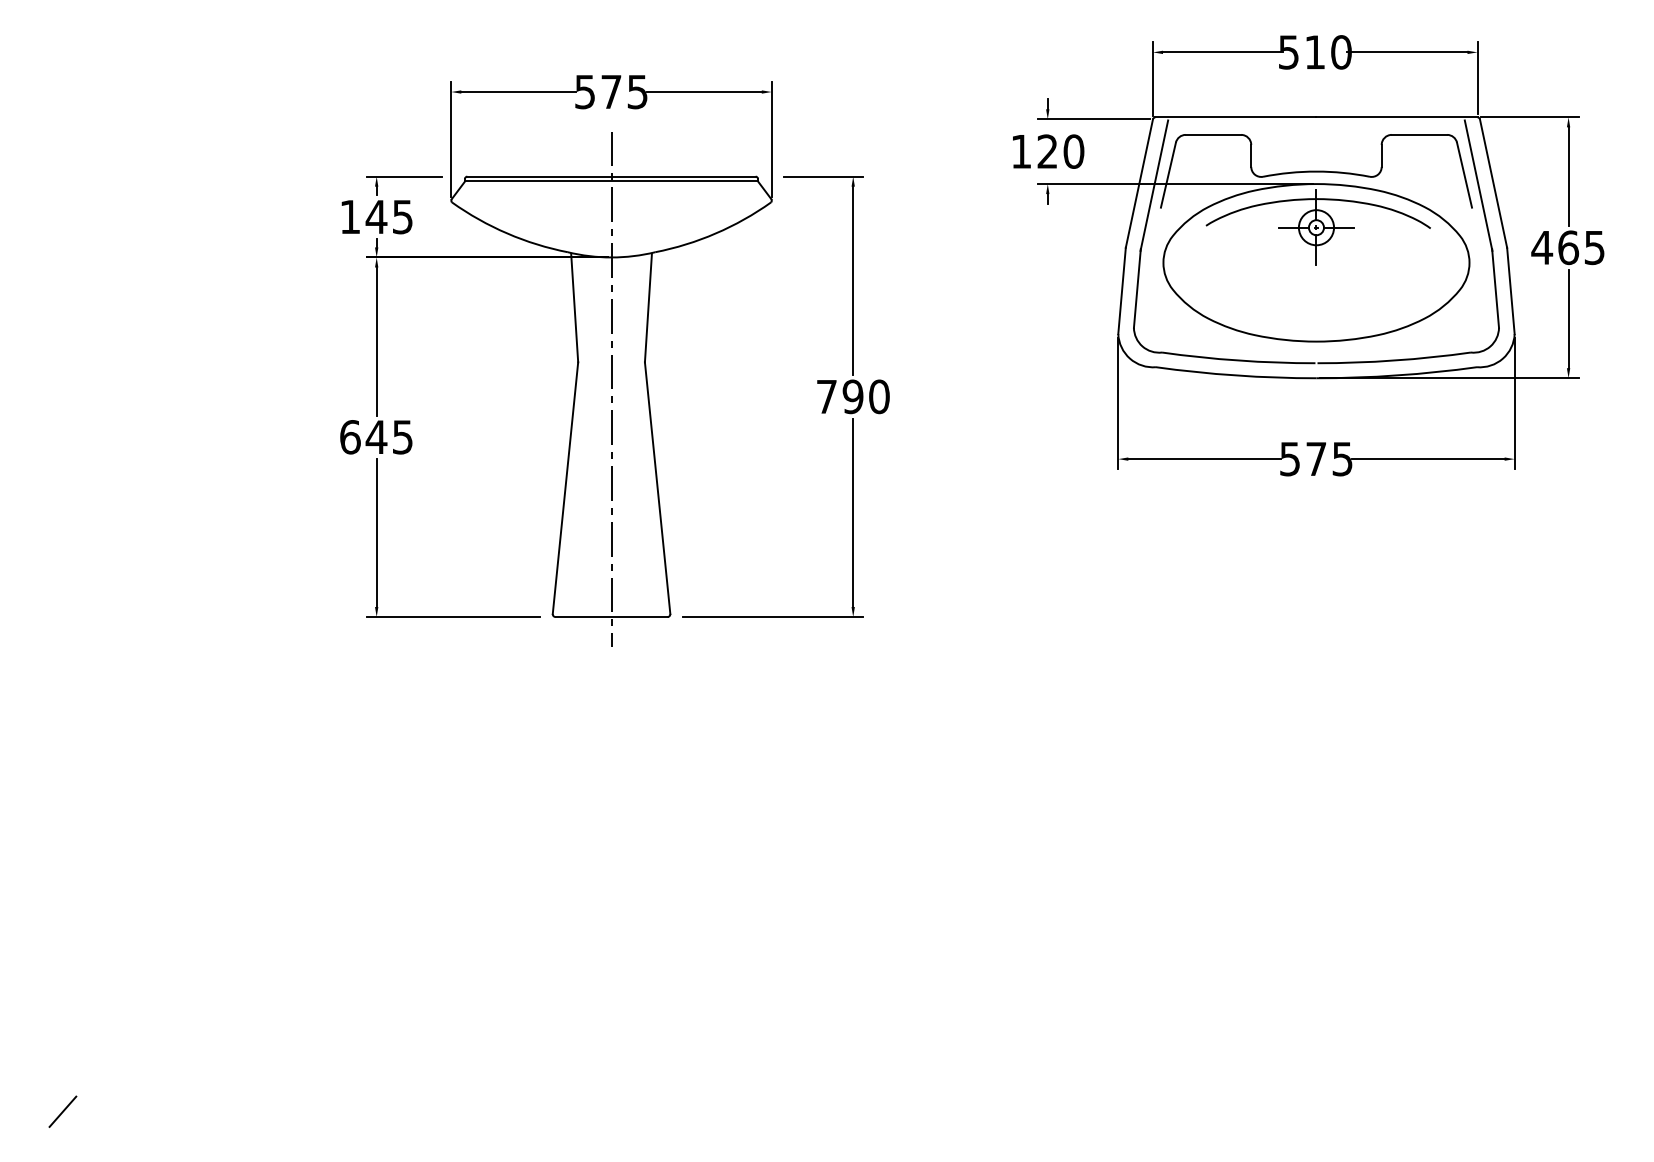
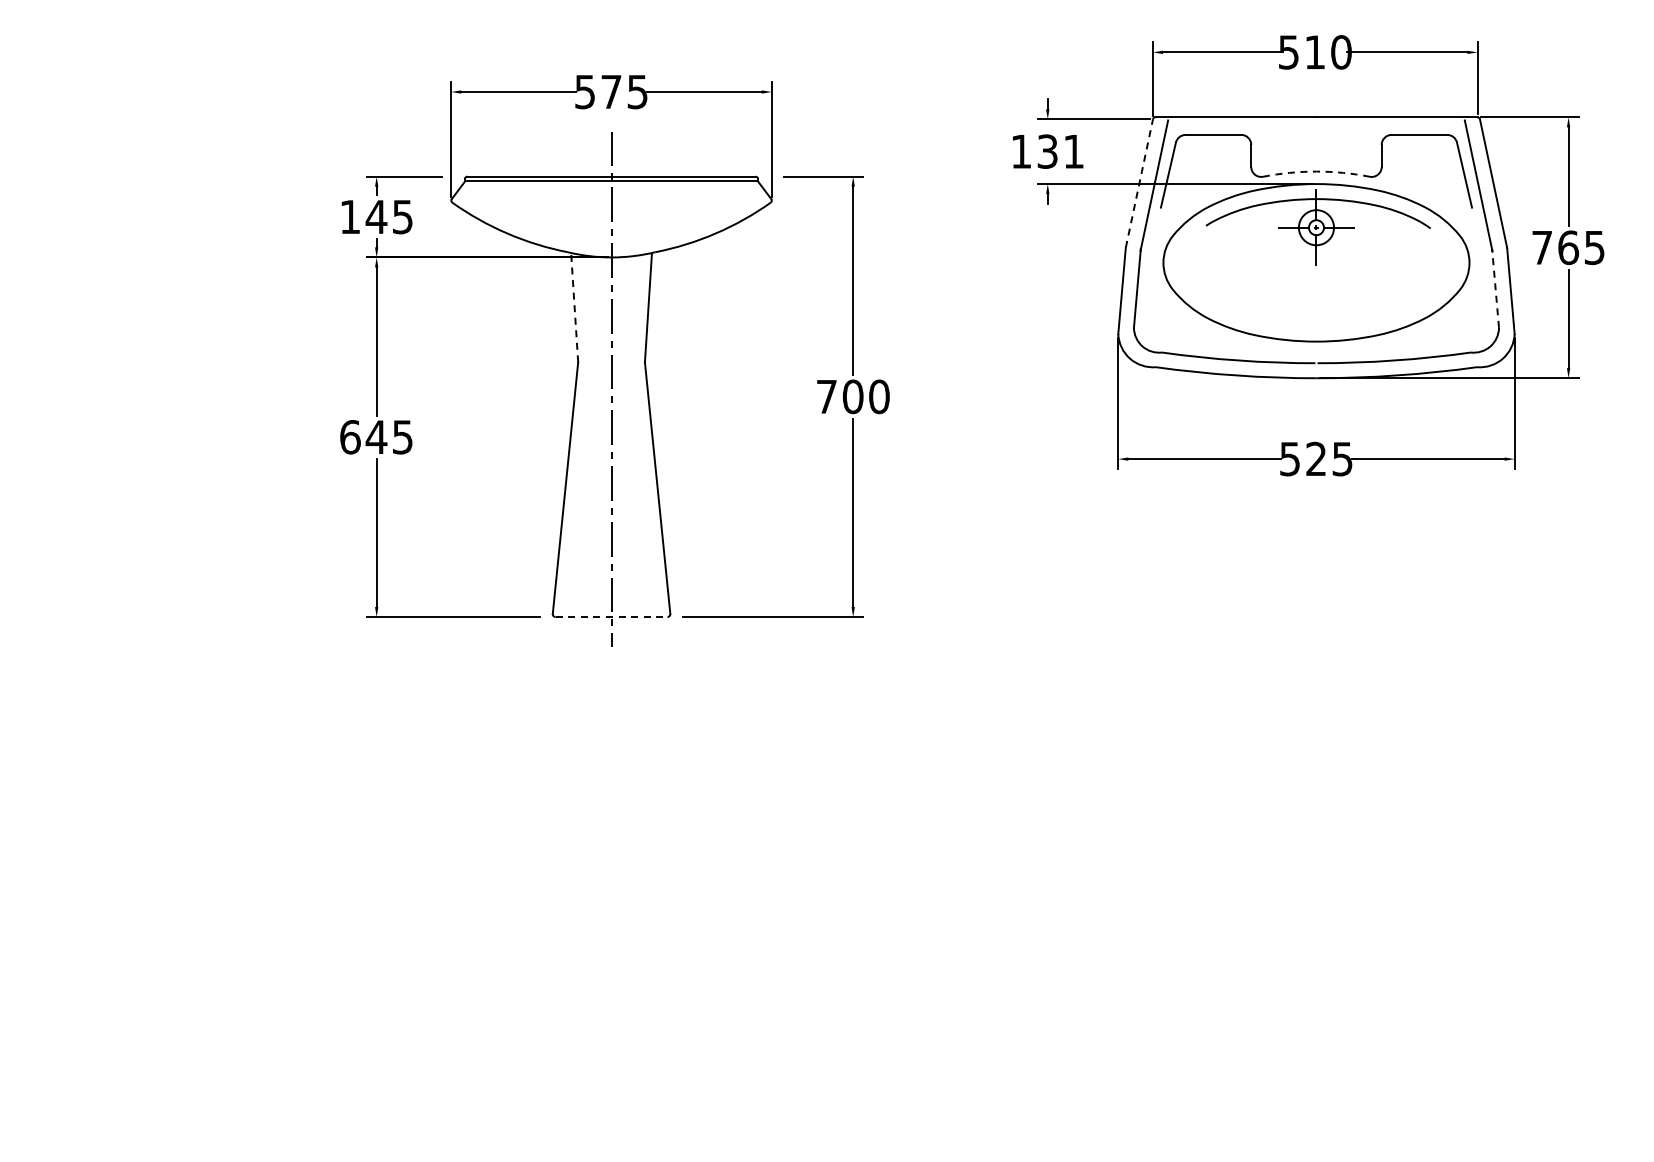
text at (1060, 151): 120 -> 131
arc at (1316, 171): solid -> dashed
line at (1139, 183): solid -> dashed
text at (1542, 247): 465 -> 765
line at (1495, 288): solid -> dashed
line at (574, 307): solid -> dashed
text at (852, 396): 790 -> 700
text at (1316, 458): 575 -> 525
line at (611, 617): solid -> dashed
line at (62, 1111): present -> none
